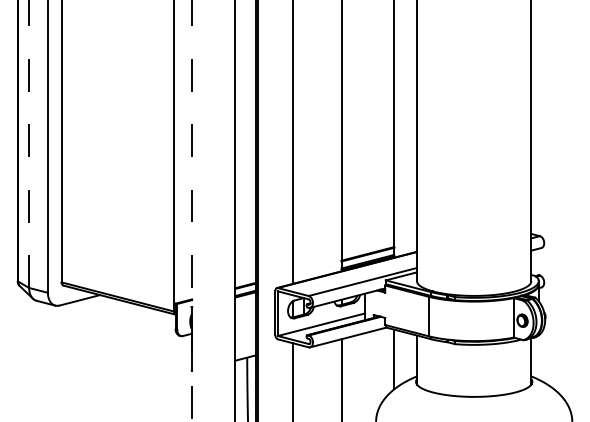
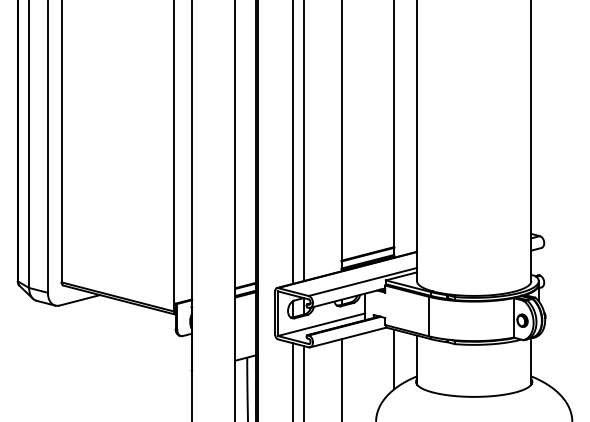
line at (304, 141): none -> present
line at (29, 144): dashed -> solid
line at (192, 211): dashed -> solid
line at (304, 382): none -> present
